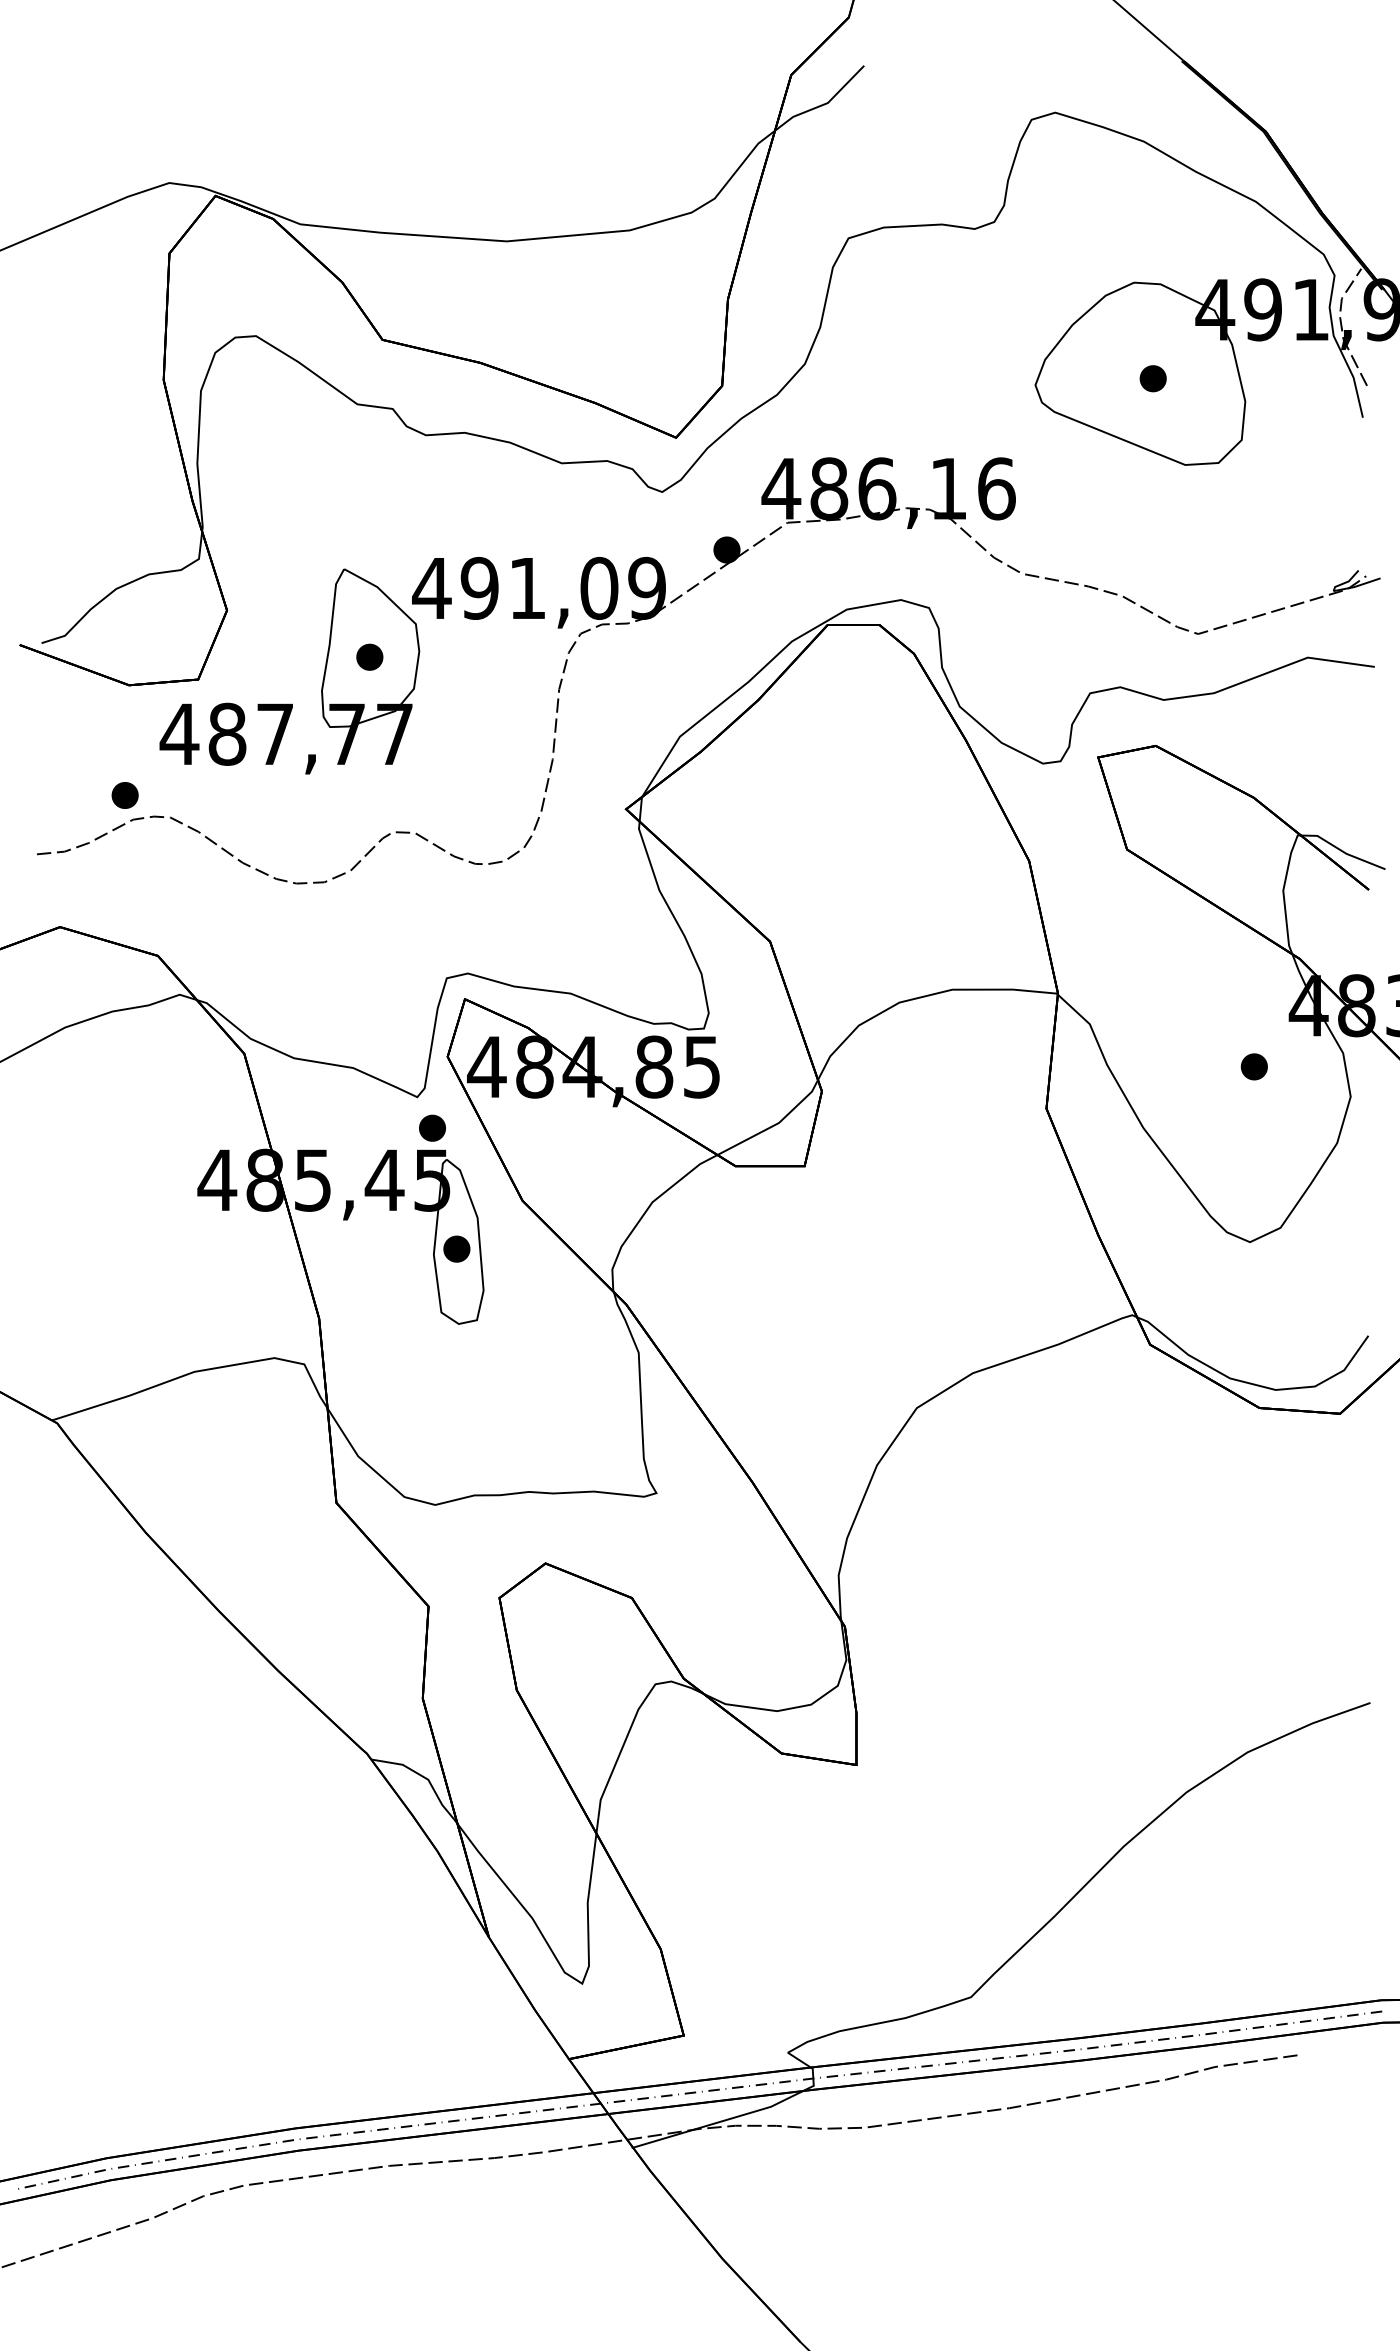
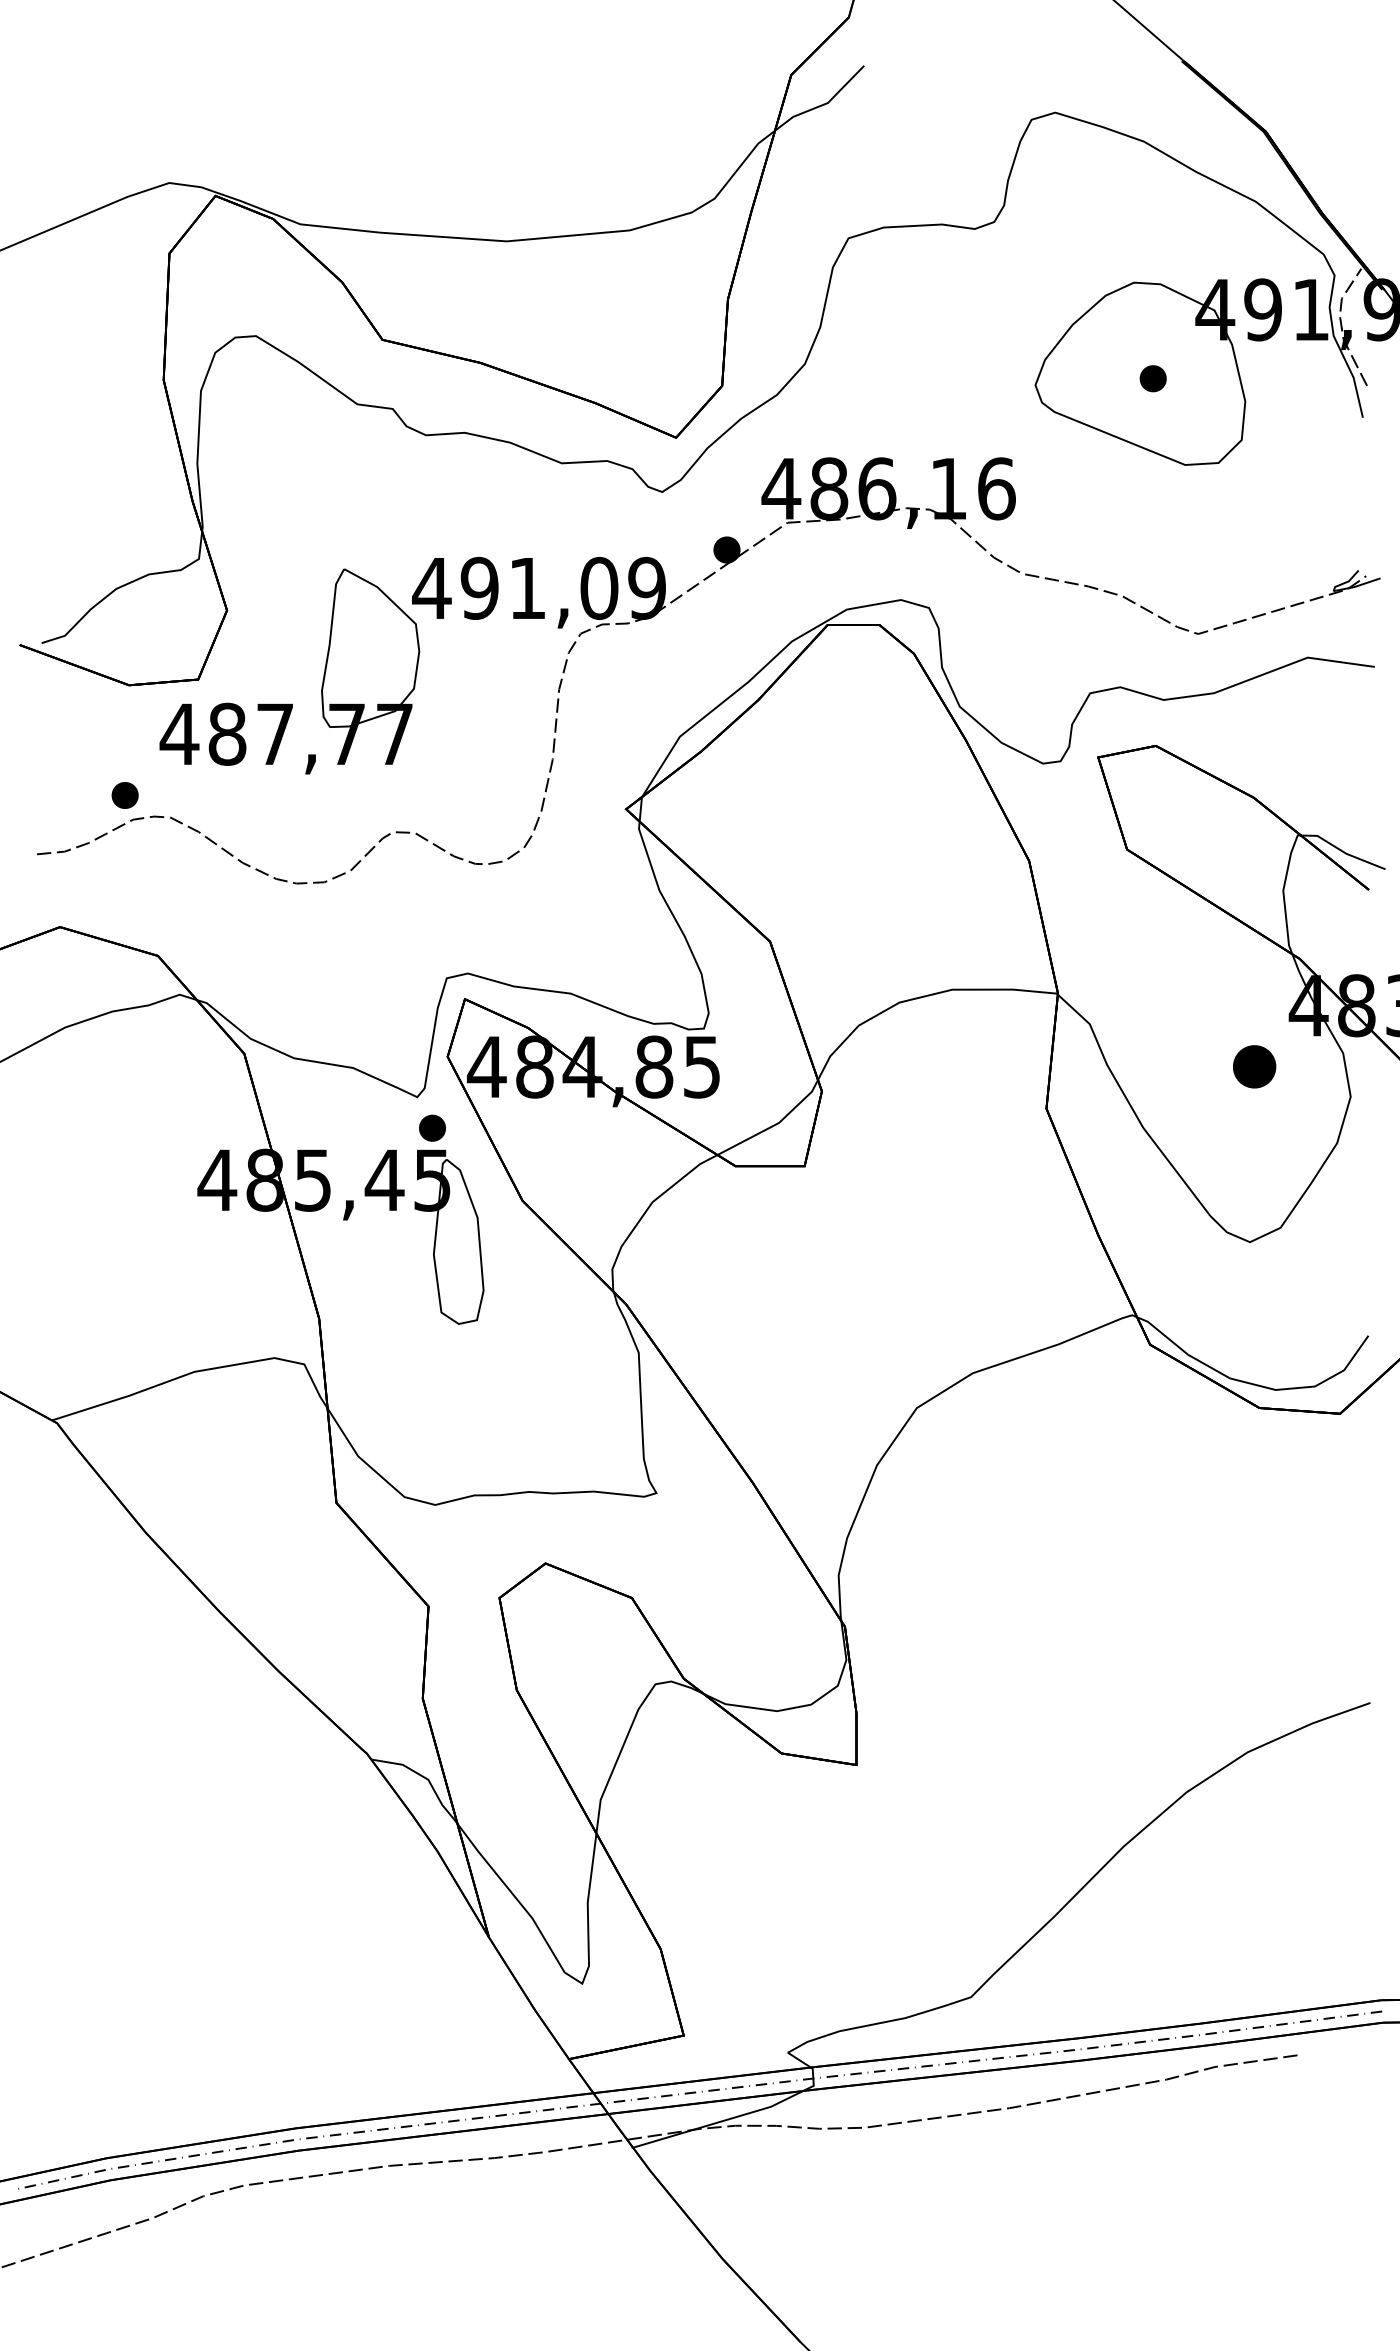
part at (369, 656): present -> none
part at (1253, 1066) size: 28x28 px -> 44x44 px
part at (456, 1248): present -> none
